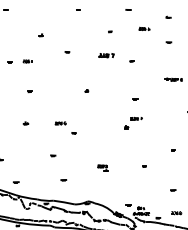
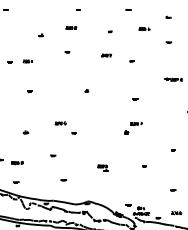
part at (71, 27): none -> present
part at (106, 55) size: 17x6 px -> 13x5 px
part at (25, 123) position: (25, 123) -> (25, 132)
part at (133, 123) position: (133, 123) -> (133, 128)
part at (17, 163): none -> present
